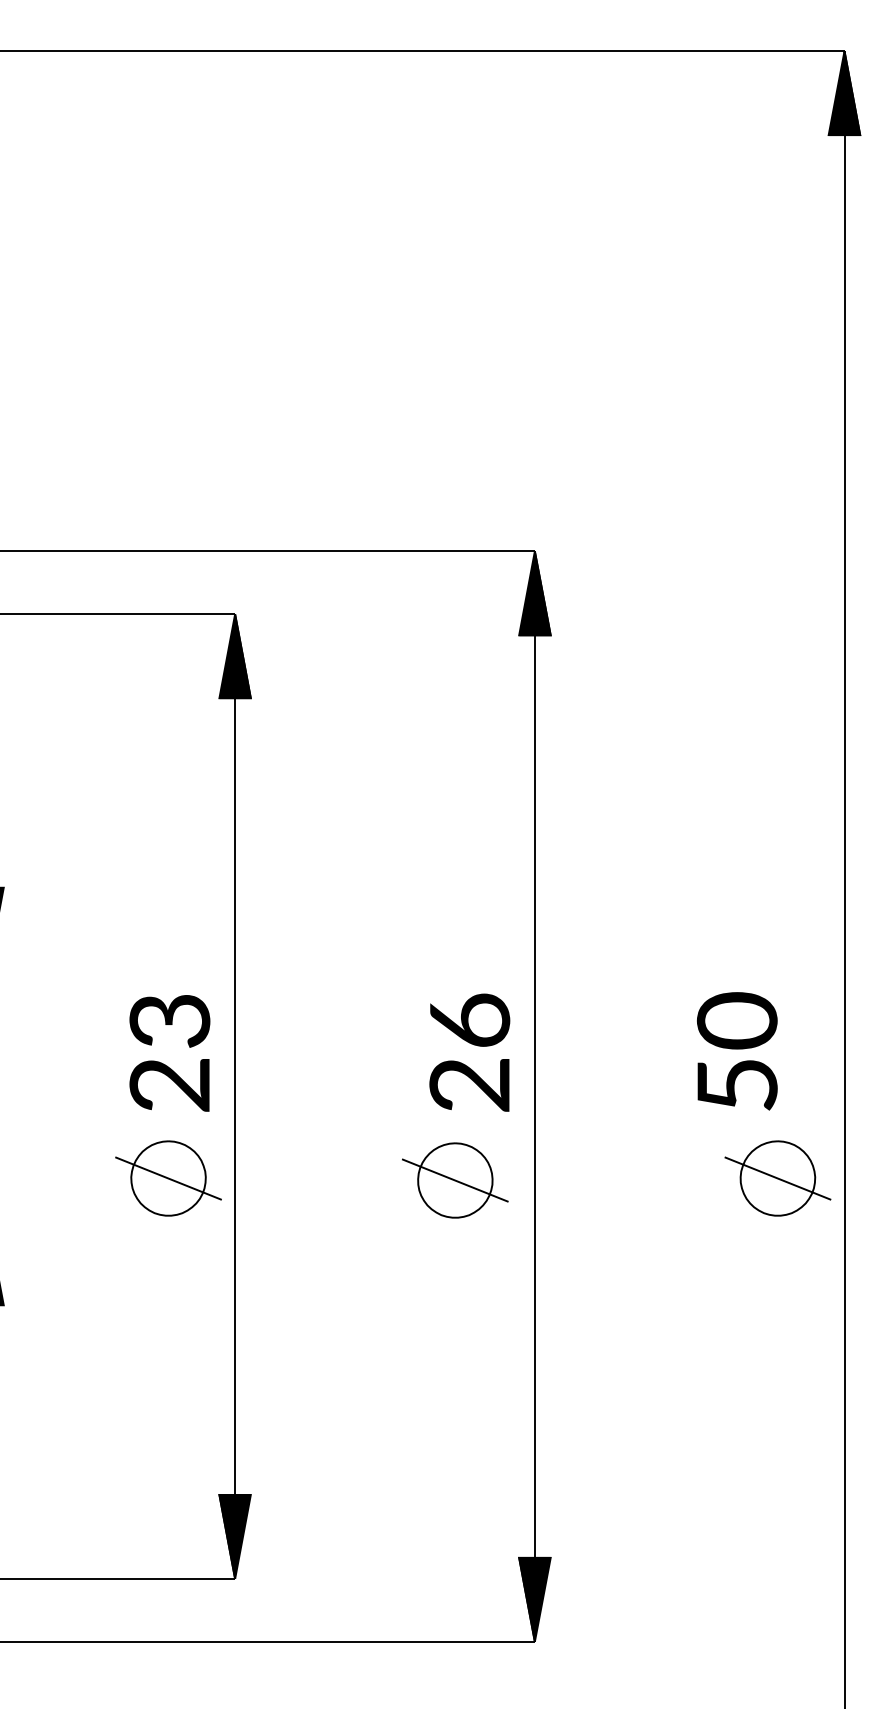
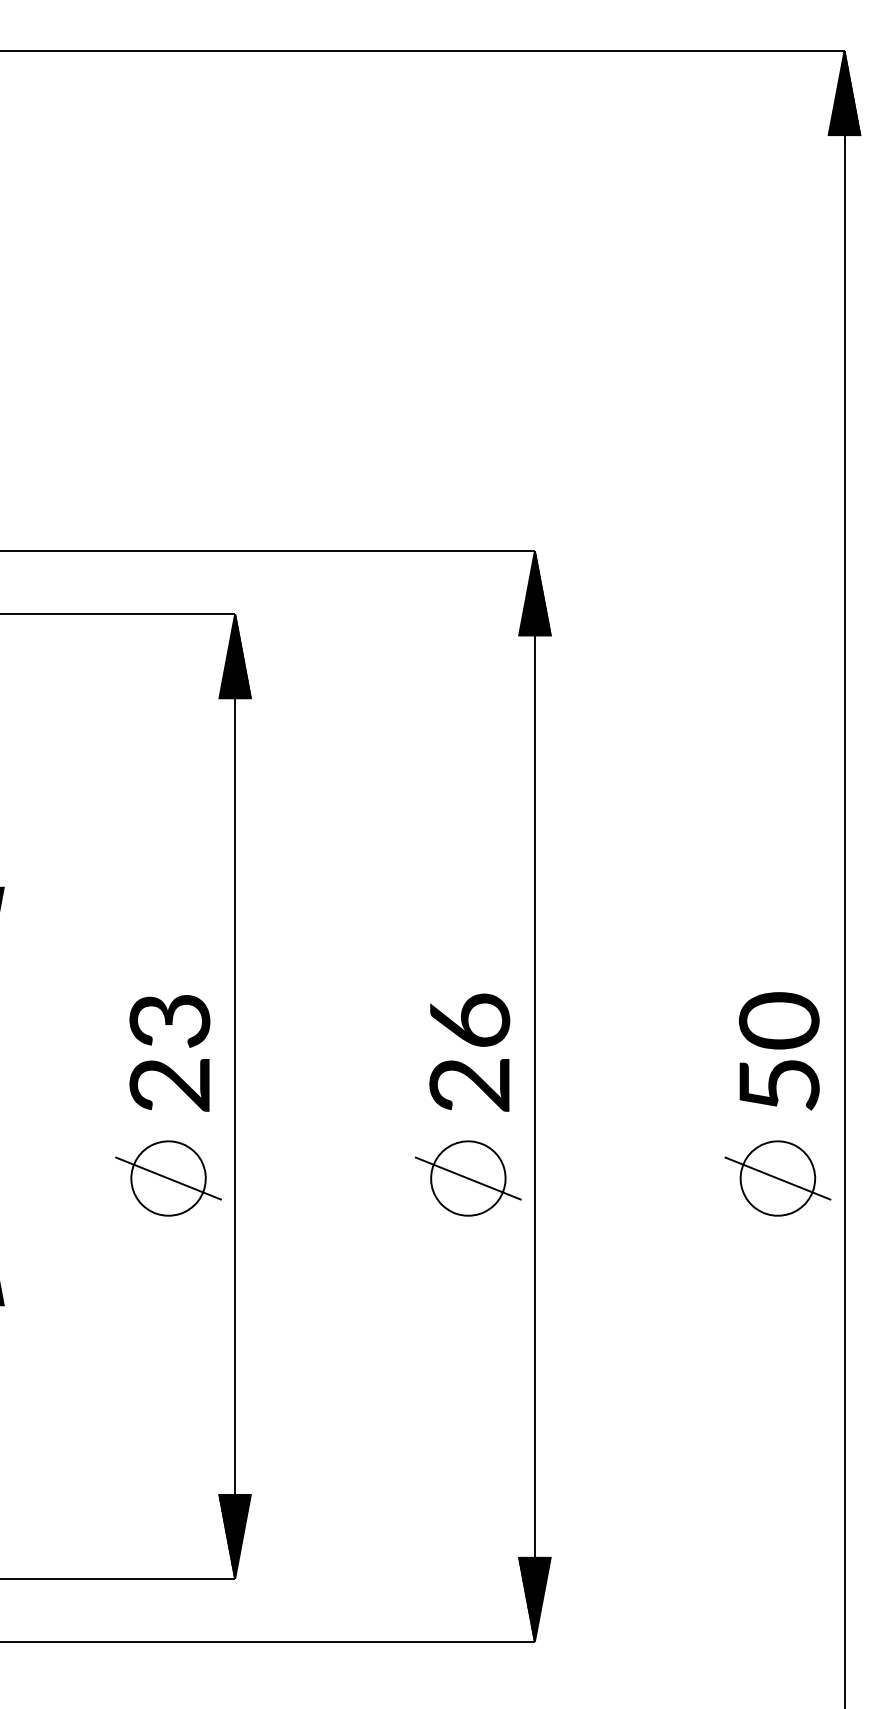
text at (737, 1051) position: (737, 1051) -> (779, 1051)
part at (455, 1180) position: (455, 1180) -> (468, 1178)
